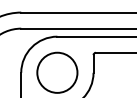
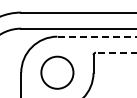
line at (96, 36): solid -> dashed
line at (115, 52): solid -> dashed
circle at (57, 72) size: 43x43 px -> 35x35 px
